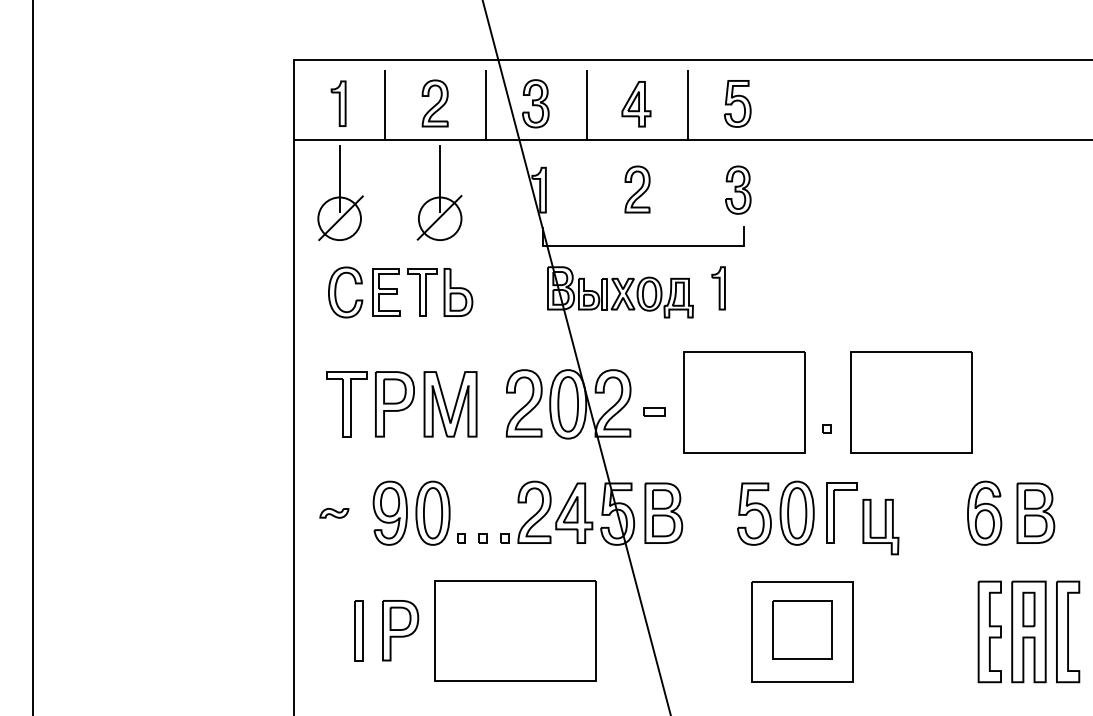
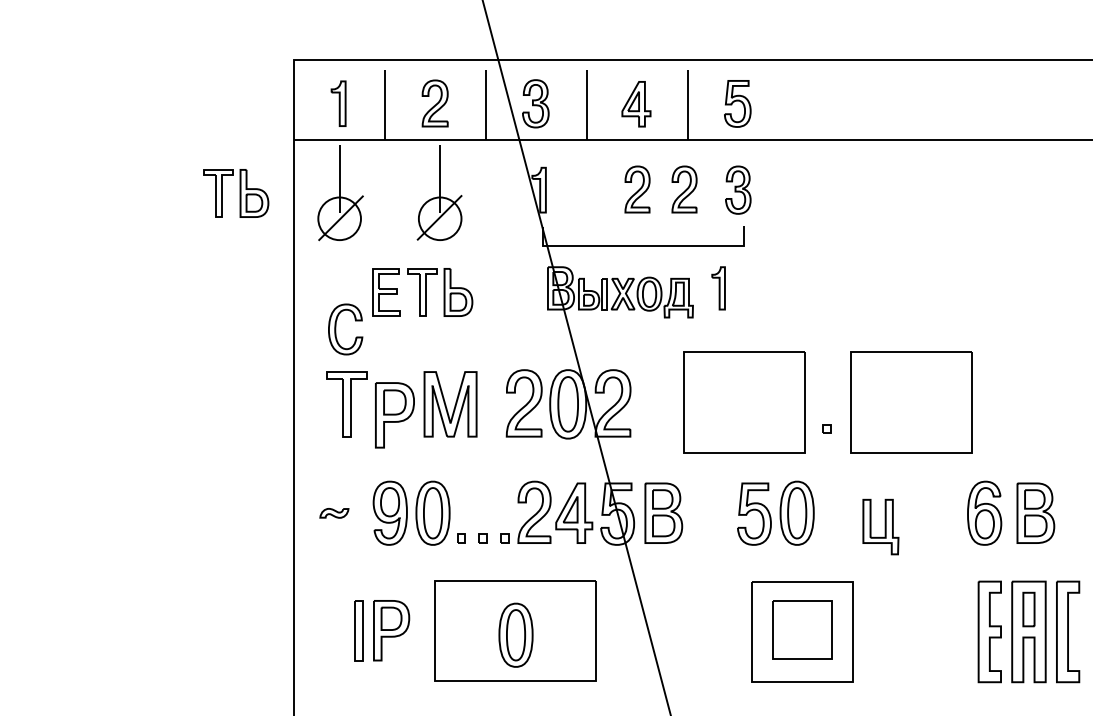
part at (684, 189): none -> present
part at (236, 193): none -> present
part at (336, 292) position: (336, 292) -> (336, 329)
line at (32, 357): present -> none
part at (394, 404) position: (394, 404) -> (394, 415)
part at (654, 411): present -> none
part at (834, 512): present -> none
part at (400, 630) position: (400, 630) -> (391, 630)
part at (515, 634): none -> present
